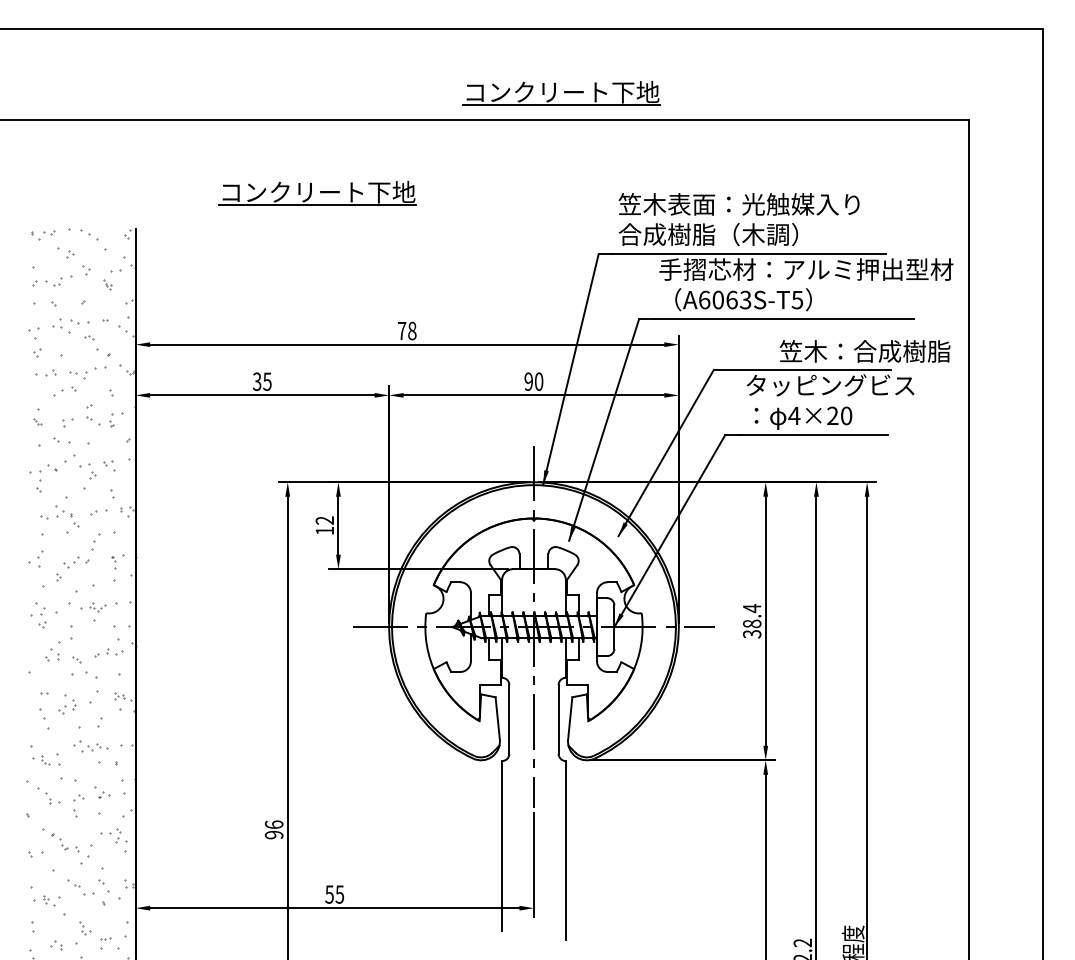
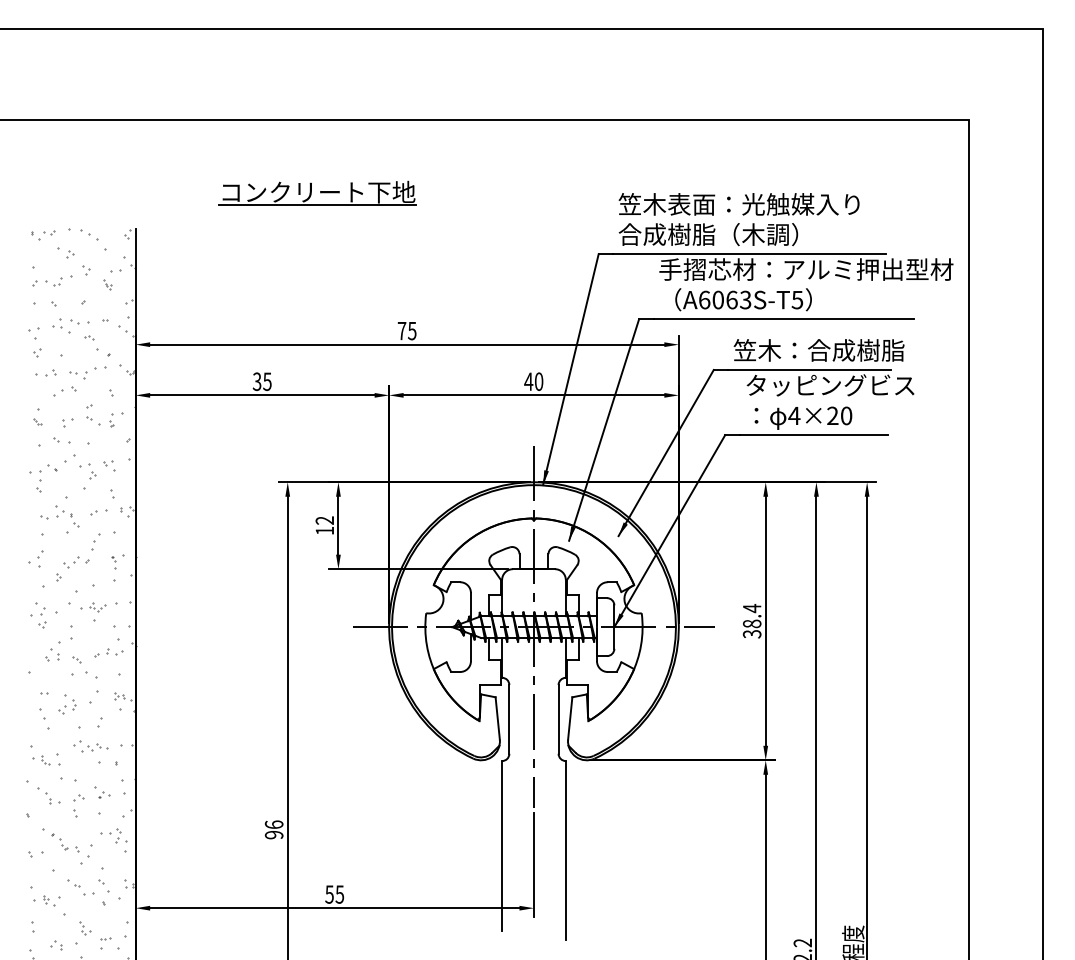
part at (561, 92): present -> none
text at (412, 330): 78 -> 75
text at (864, 351) position: (864, 351) -> (818, 350)
text at (528, 381): 90 -> 40
